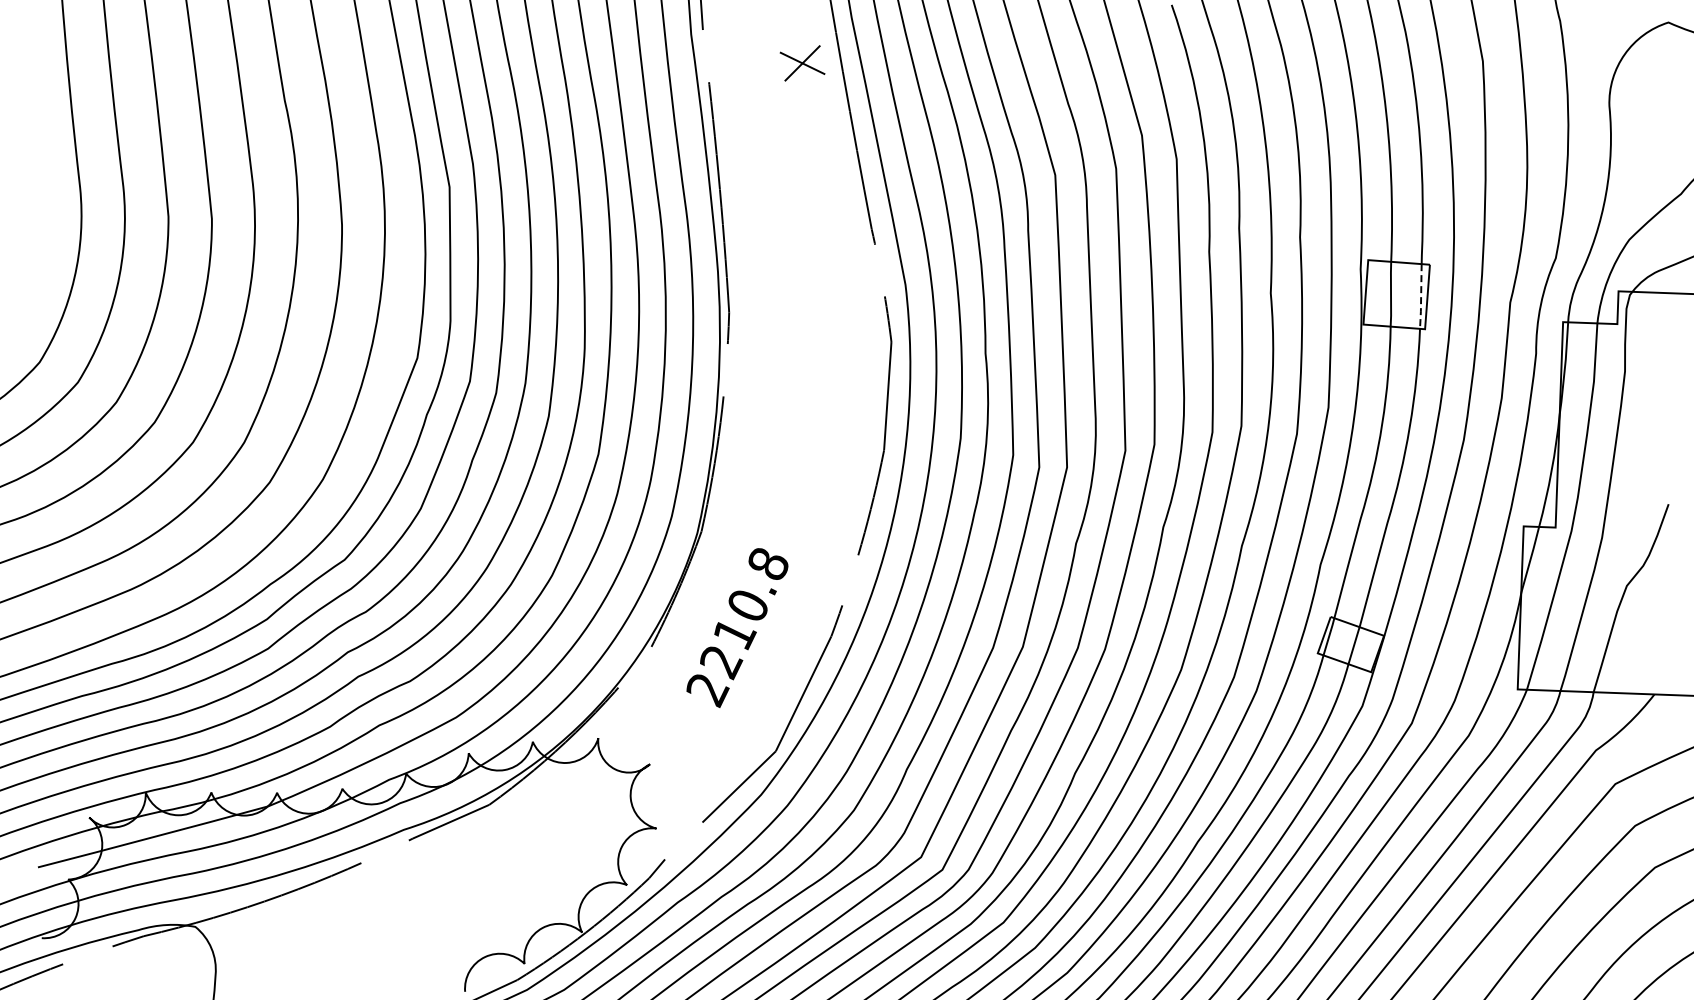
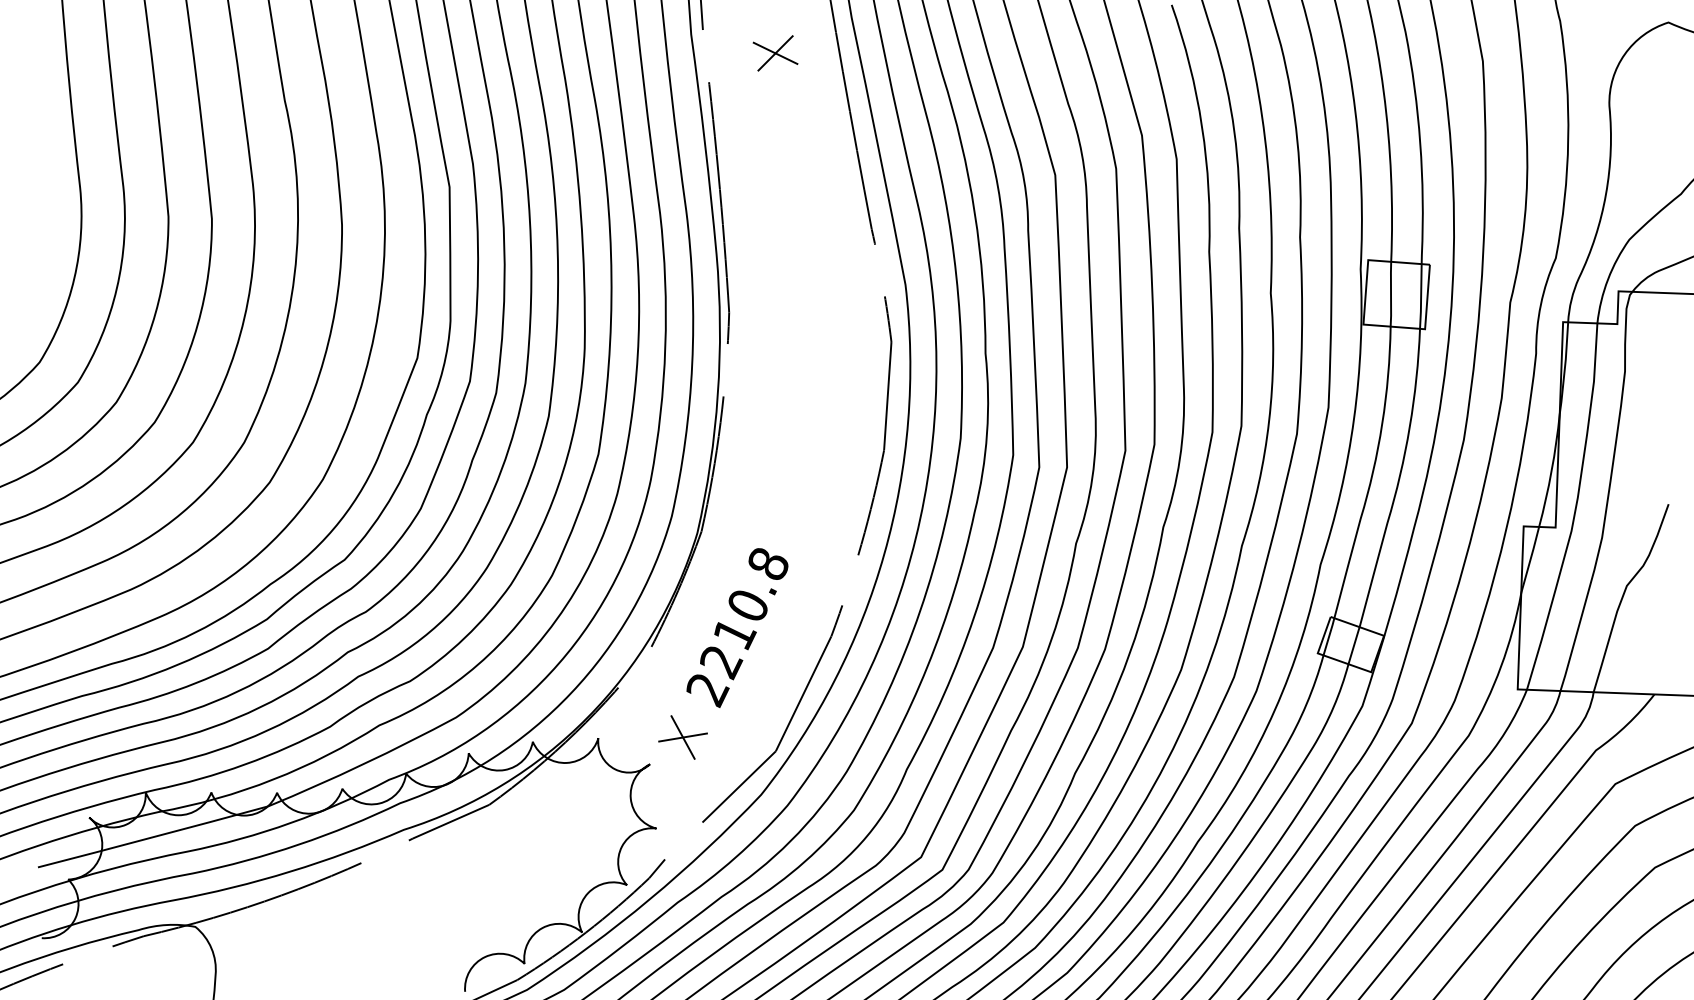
part at (802, 63) position: (802, 63) -> (775, 53)
line at (1421, 296): dashed -> solid
part at (682, 737): none -> present
